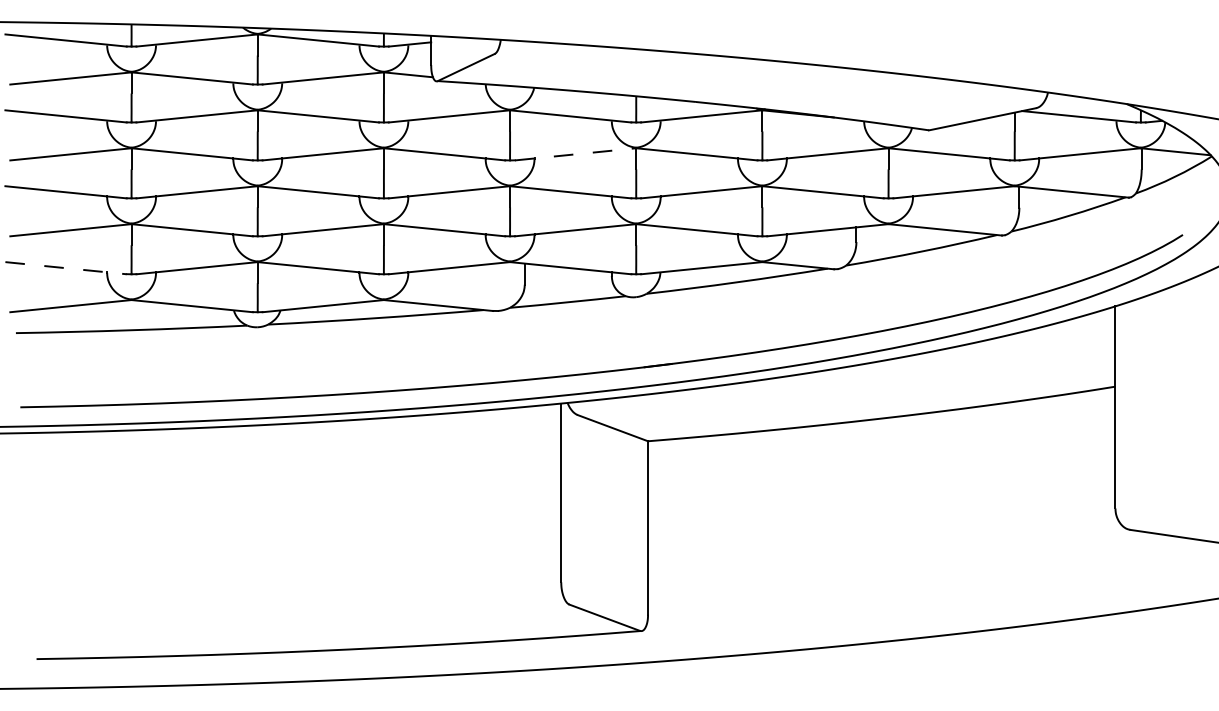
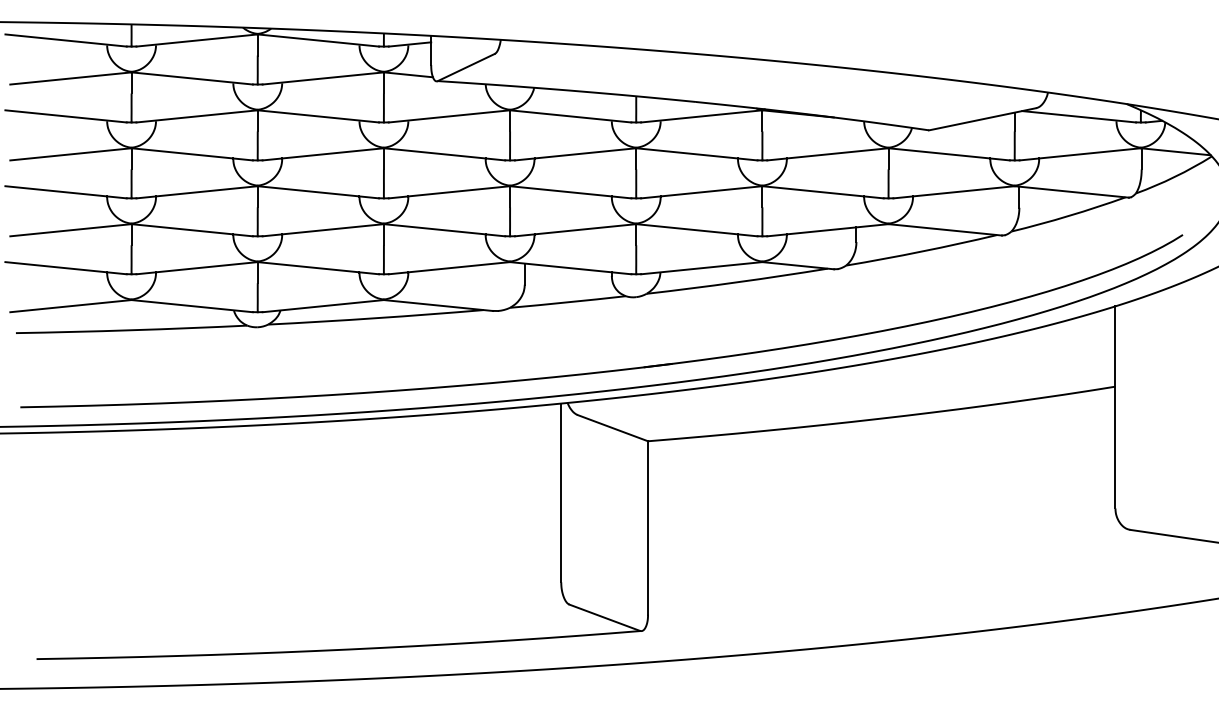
line at (575, 154): dashed -> solid
line at (66, 268): dashed -> solid
